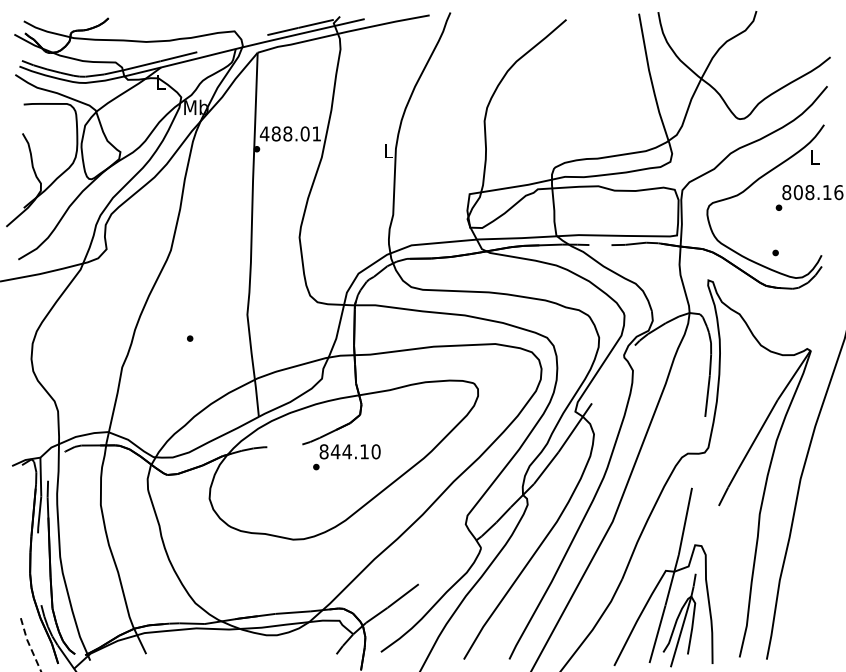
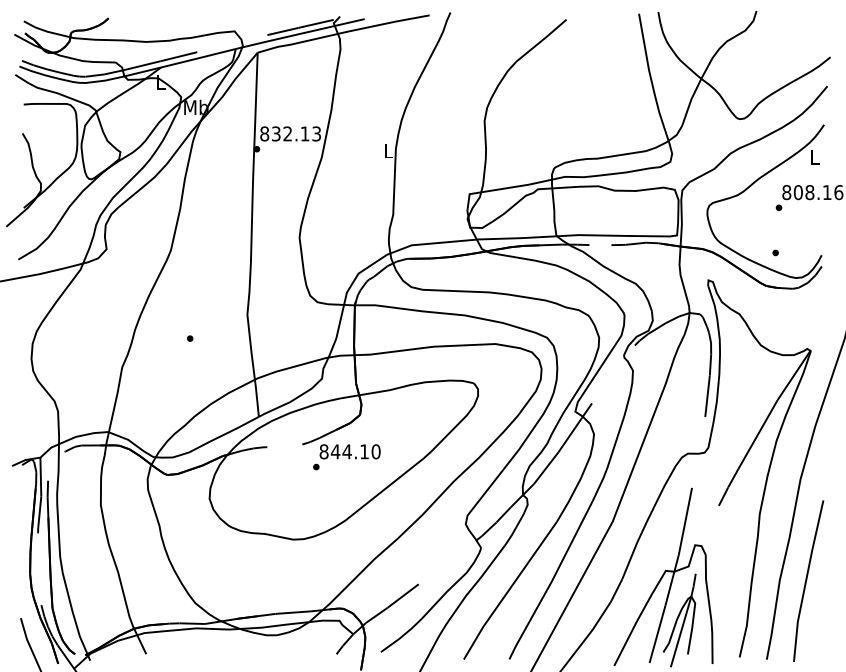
text at (289, 133): 488.01 -> 832.13
line at (807, 580): none -> present
line at (29, 644): dashed -> solid
